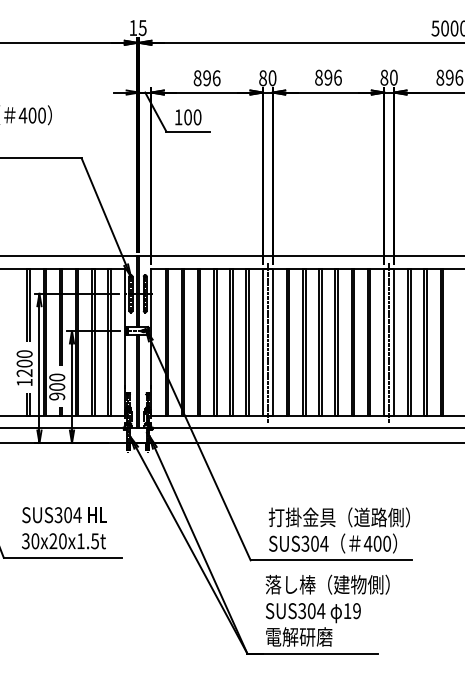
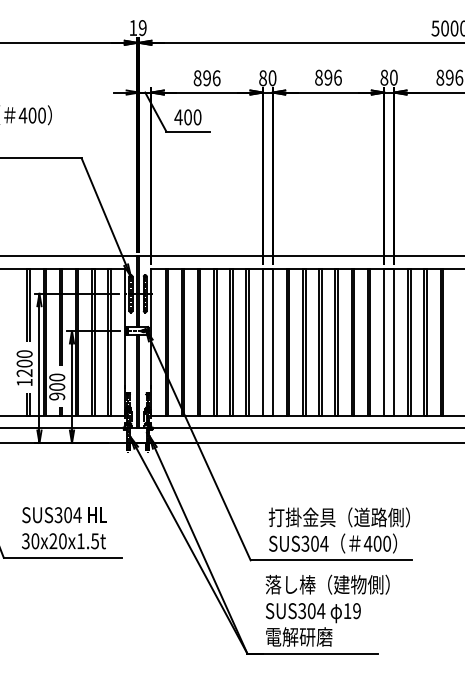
text at (142, 27): 15 -> 19
text at (178, 117): 100 -> 400
line at (267, 341): present -> none
line at (389, 341): present -> none
